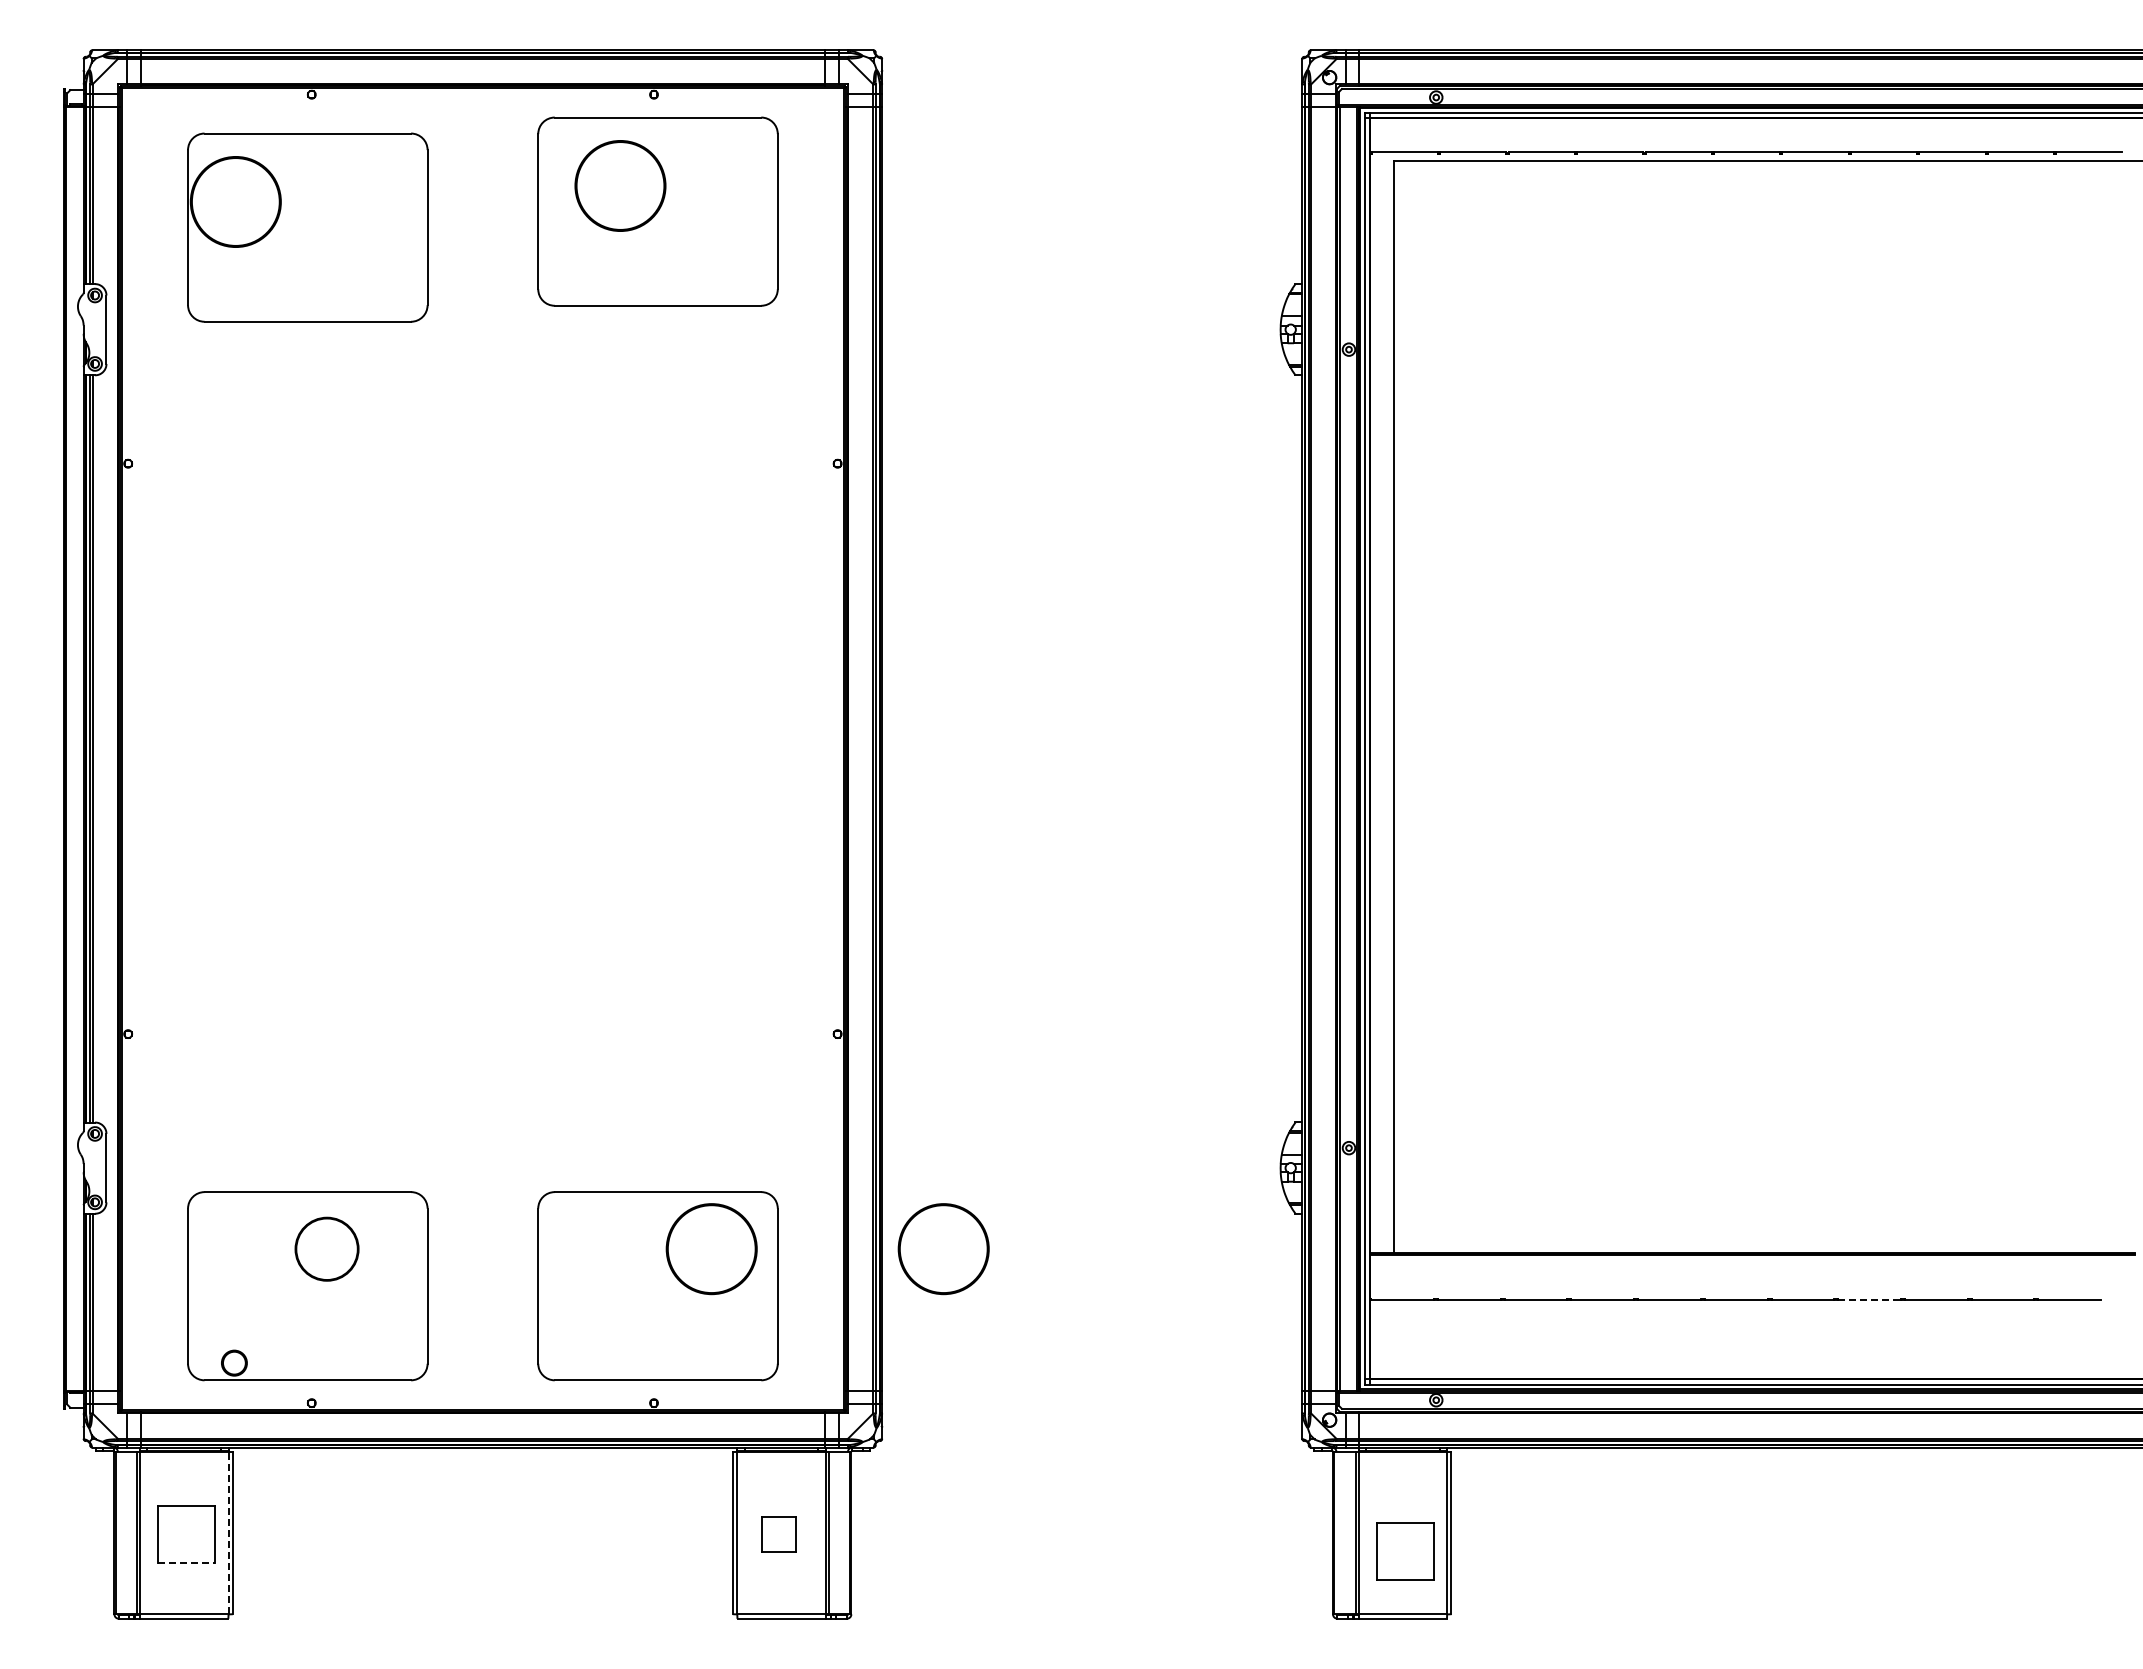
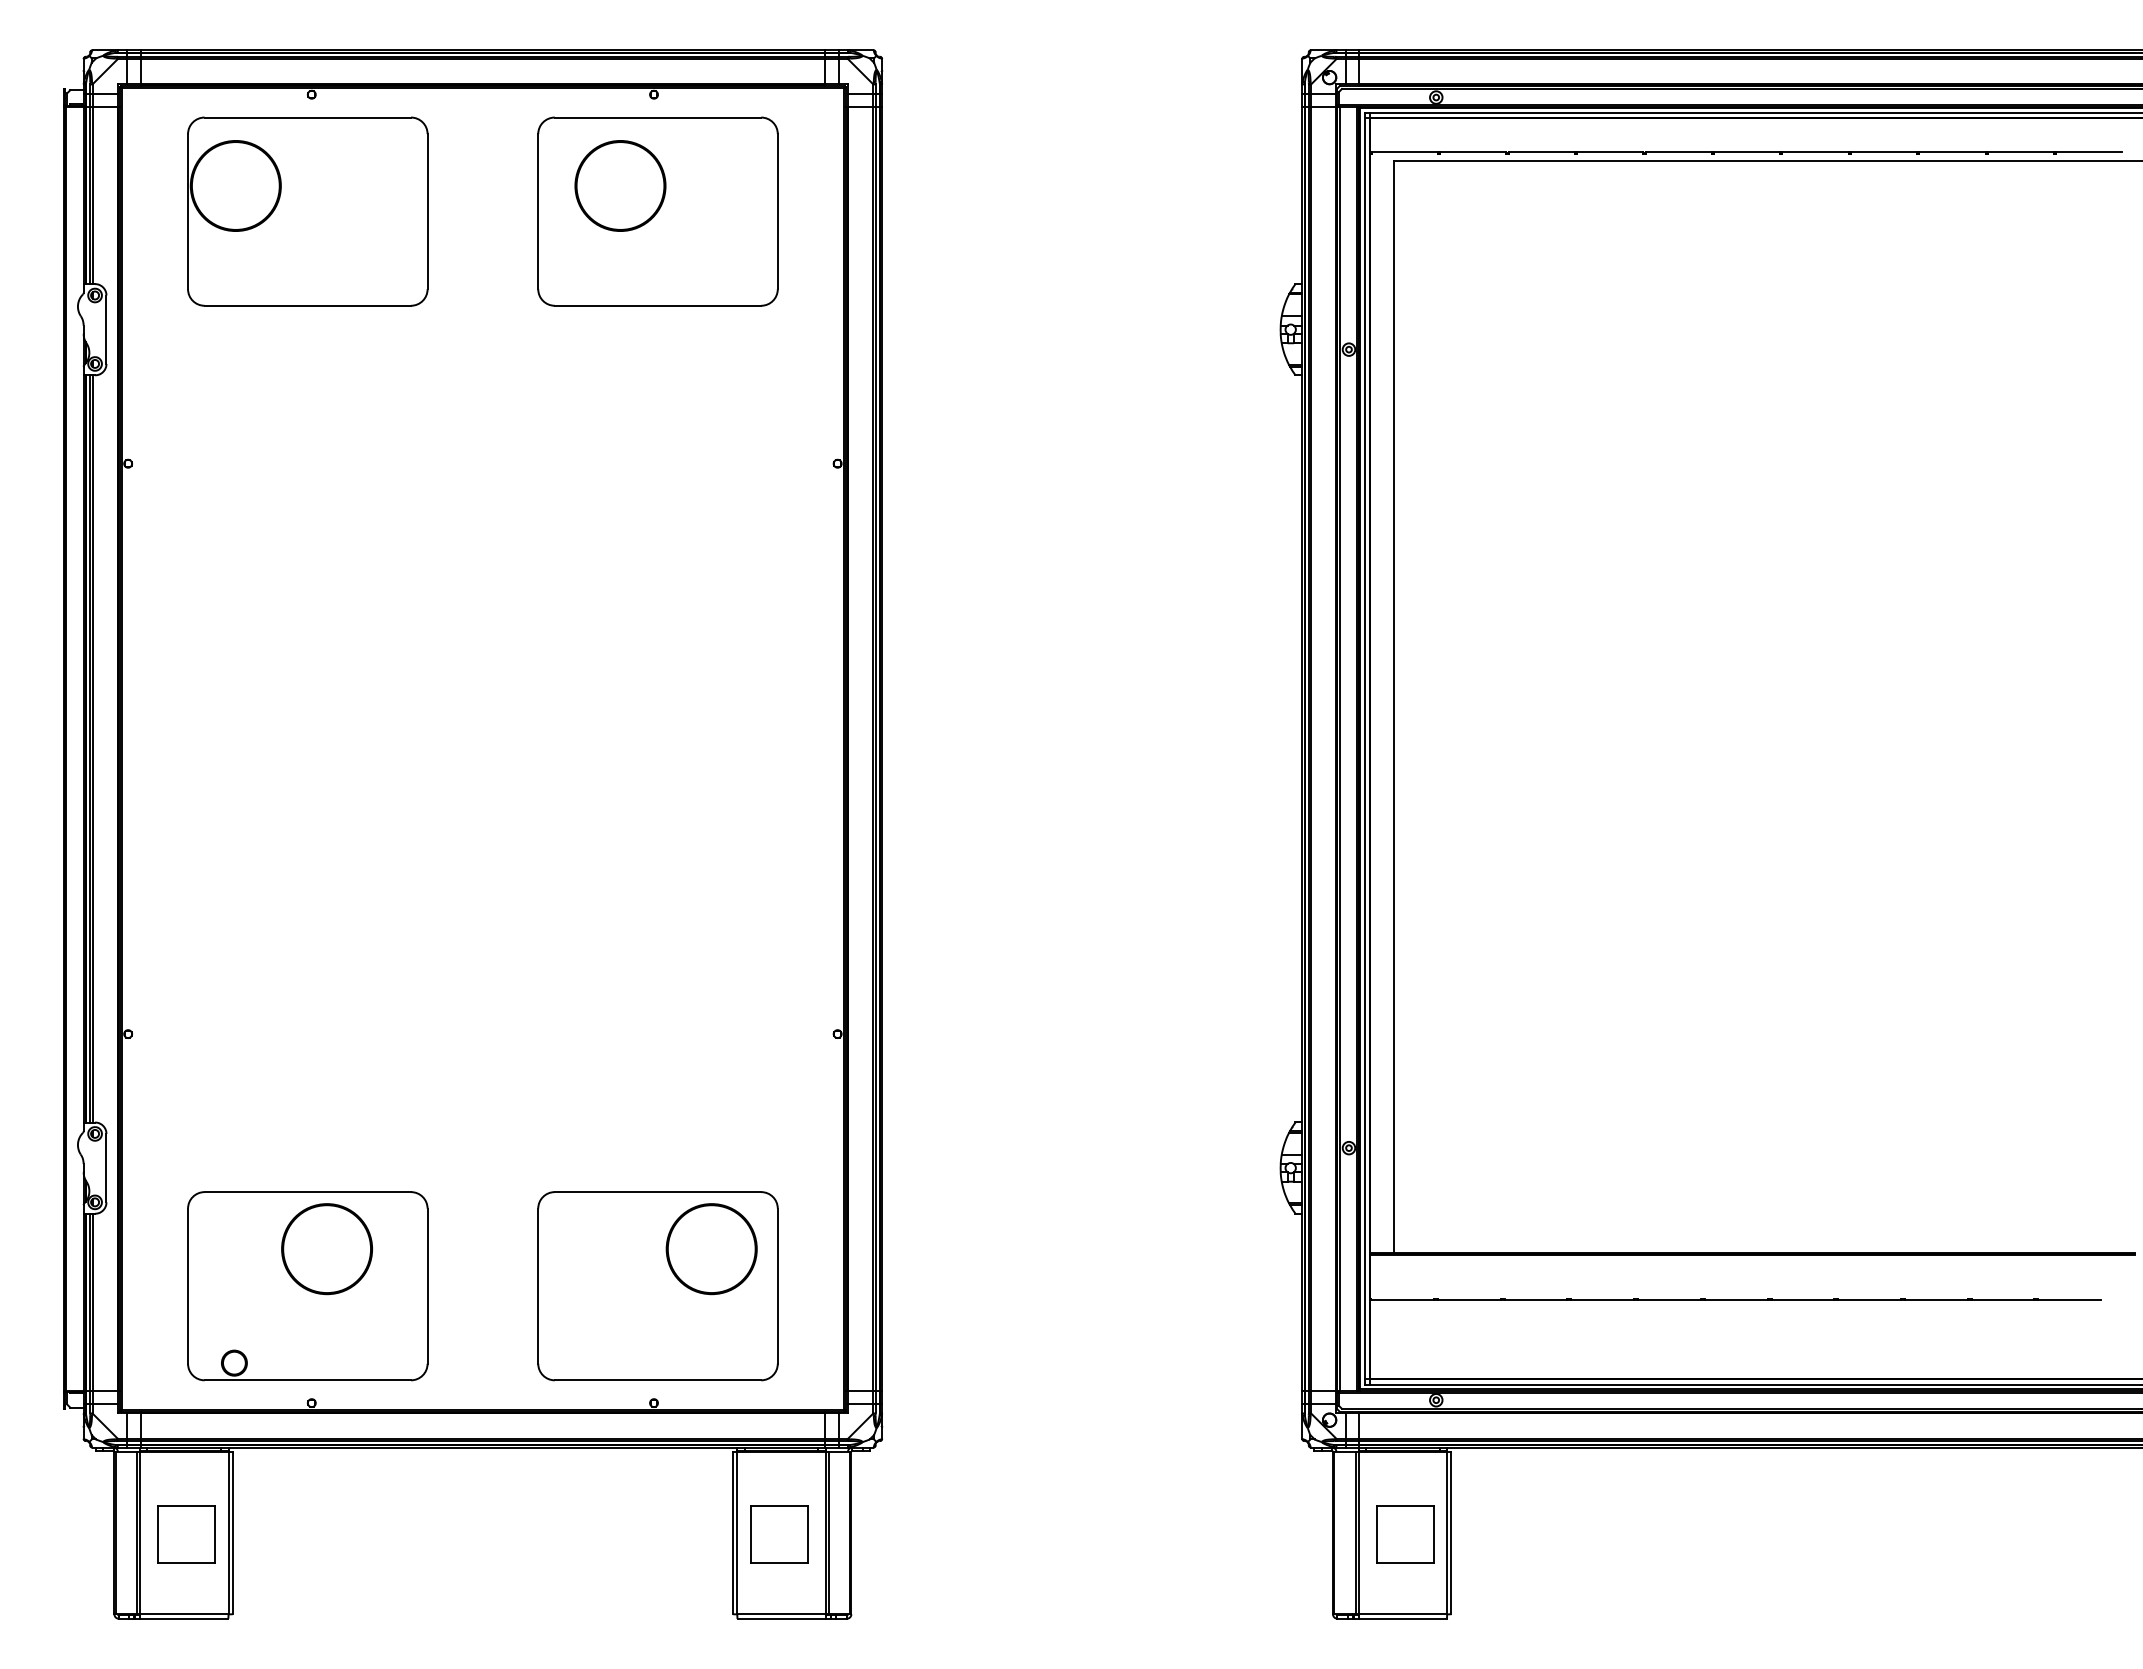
part at (307, 227) position: (307, 227) -> (307, 211)
part at (326, 1248) size: 66x66 px -> 92x93 px
part at (943, 1249): present -> none
line at (1870, 1300): dashed -> solid
line at (228, 1532): dashed -> solid
part at (778, 1534) size: 36x37 px -> 59x59 px
part at (1405, 1551) position: (1405, 1551) -> (1405, 1534)
line at (186, 1562): dashed -> solid
